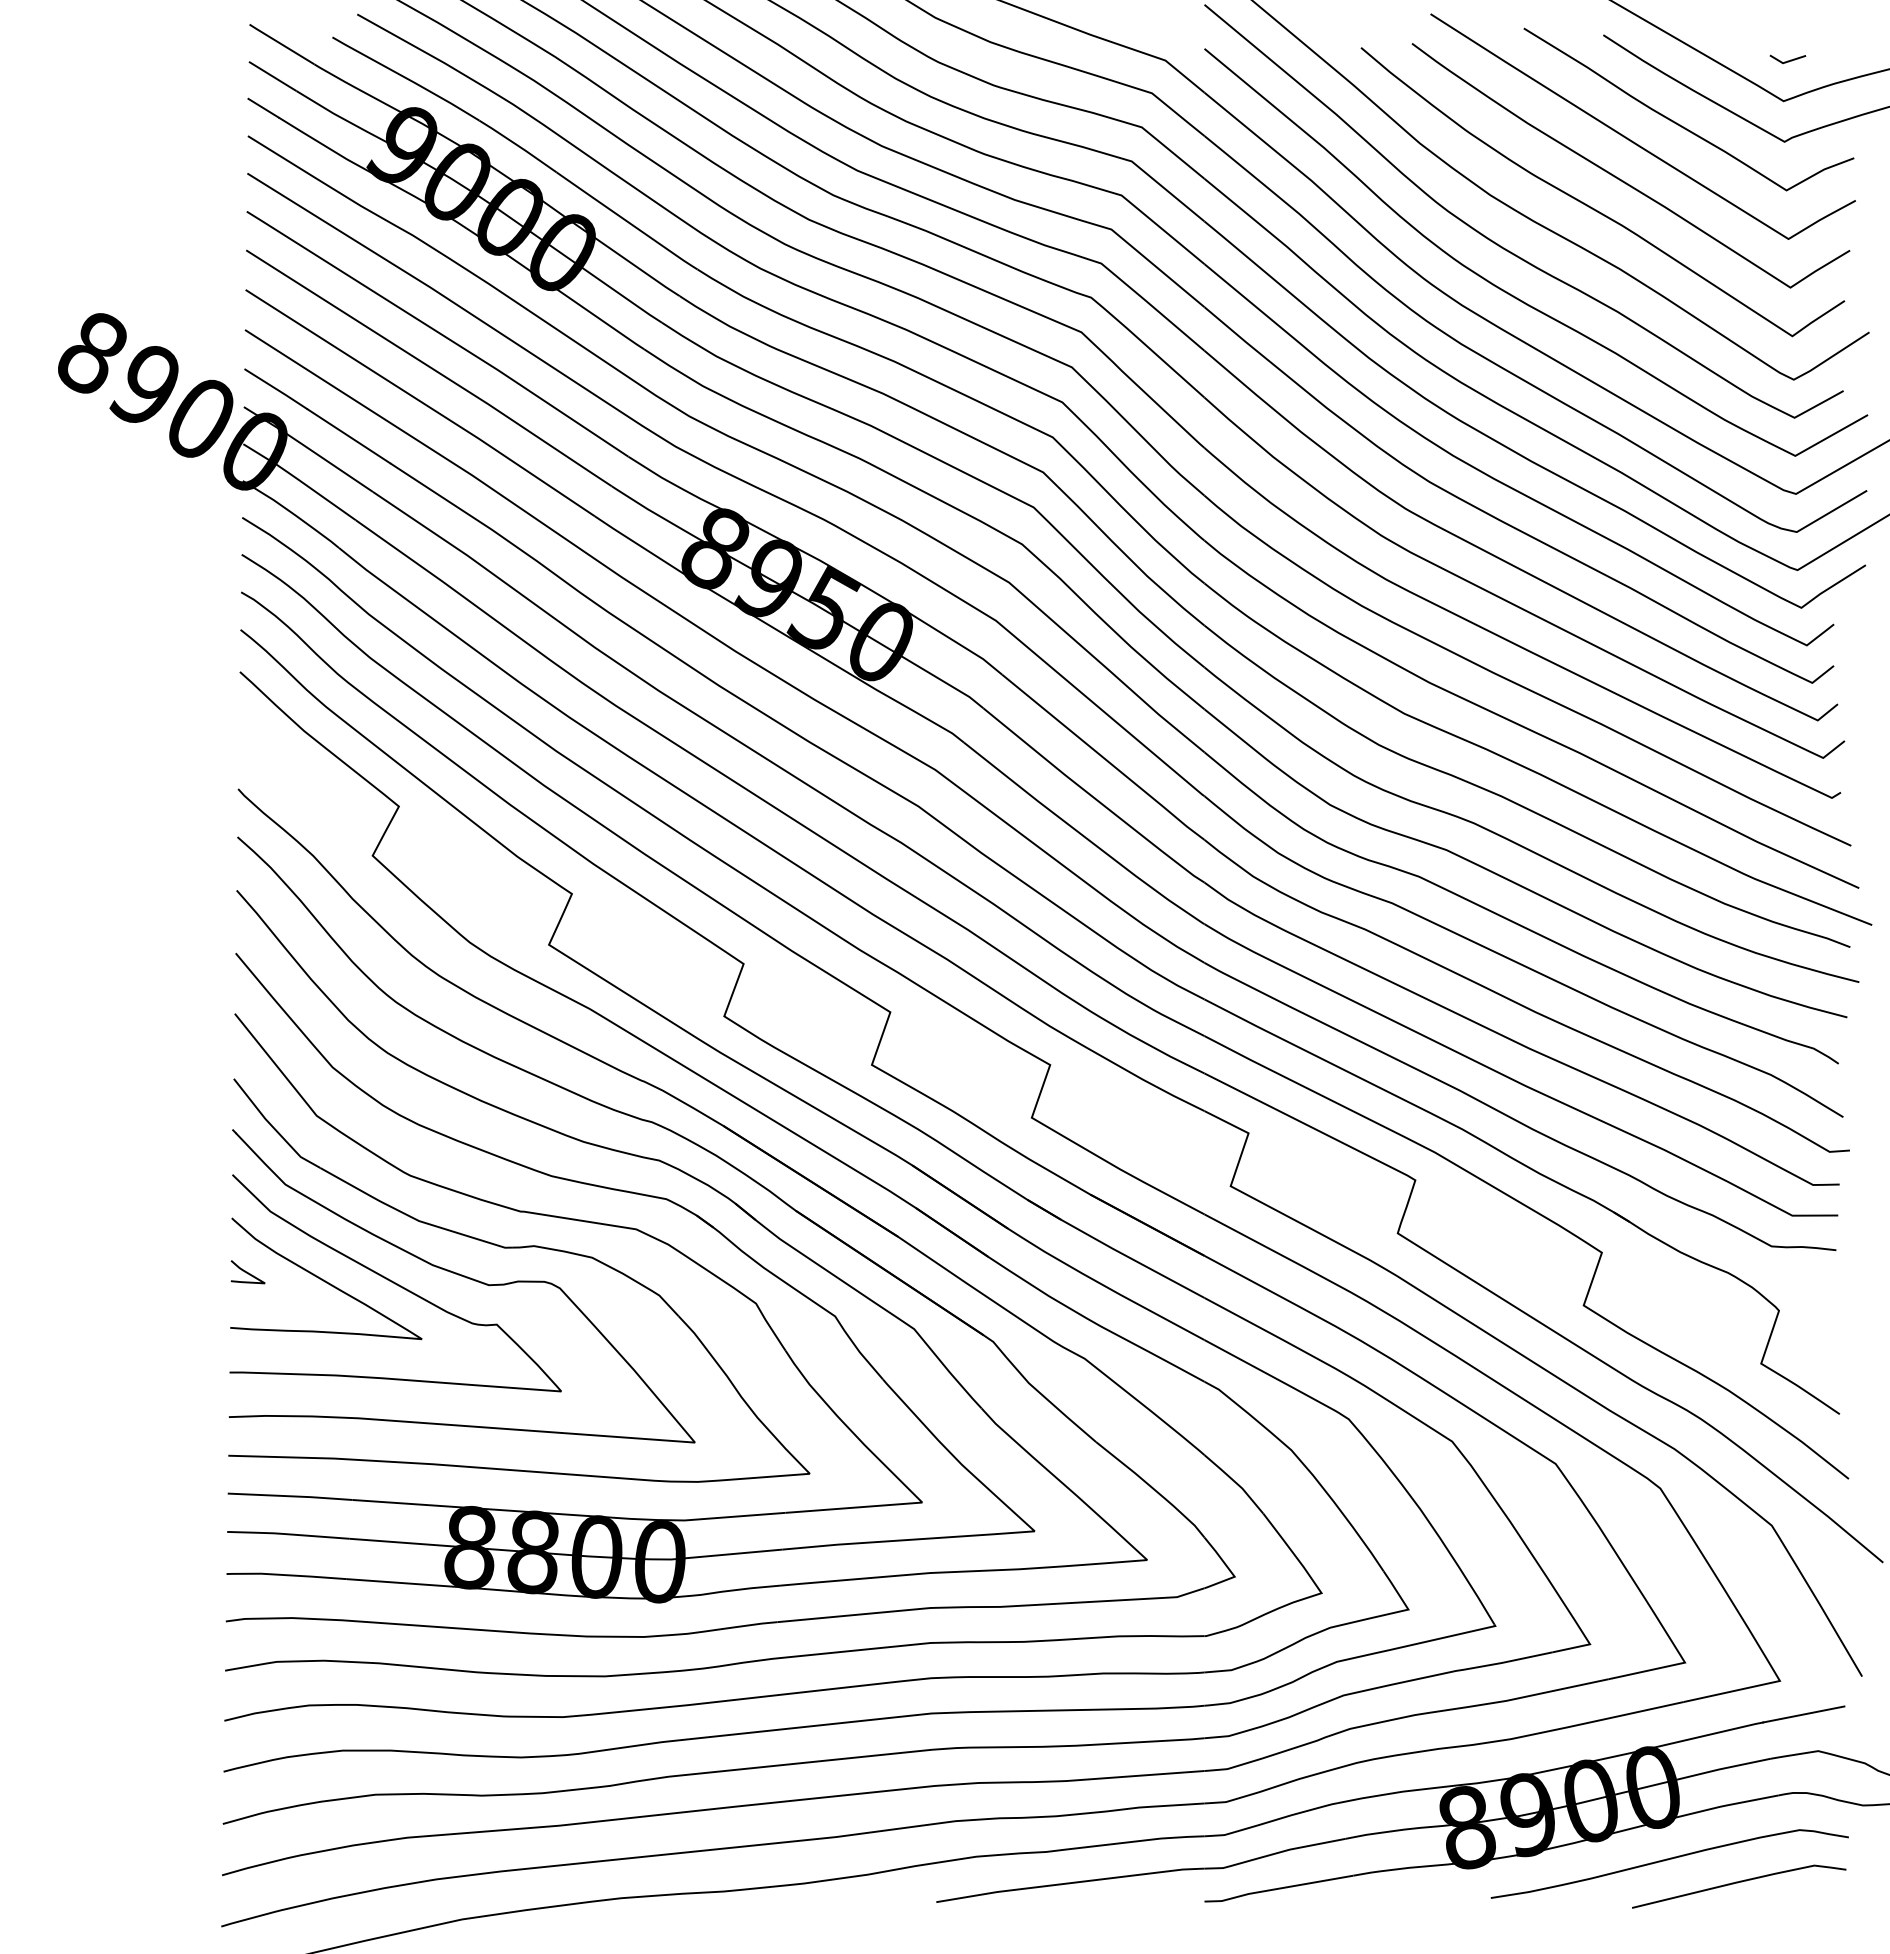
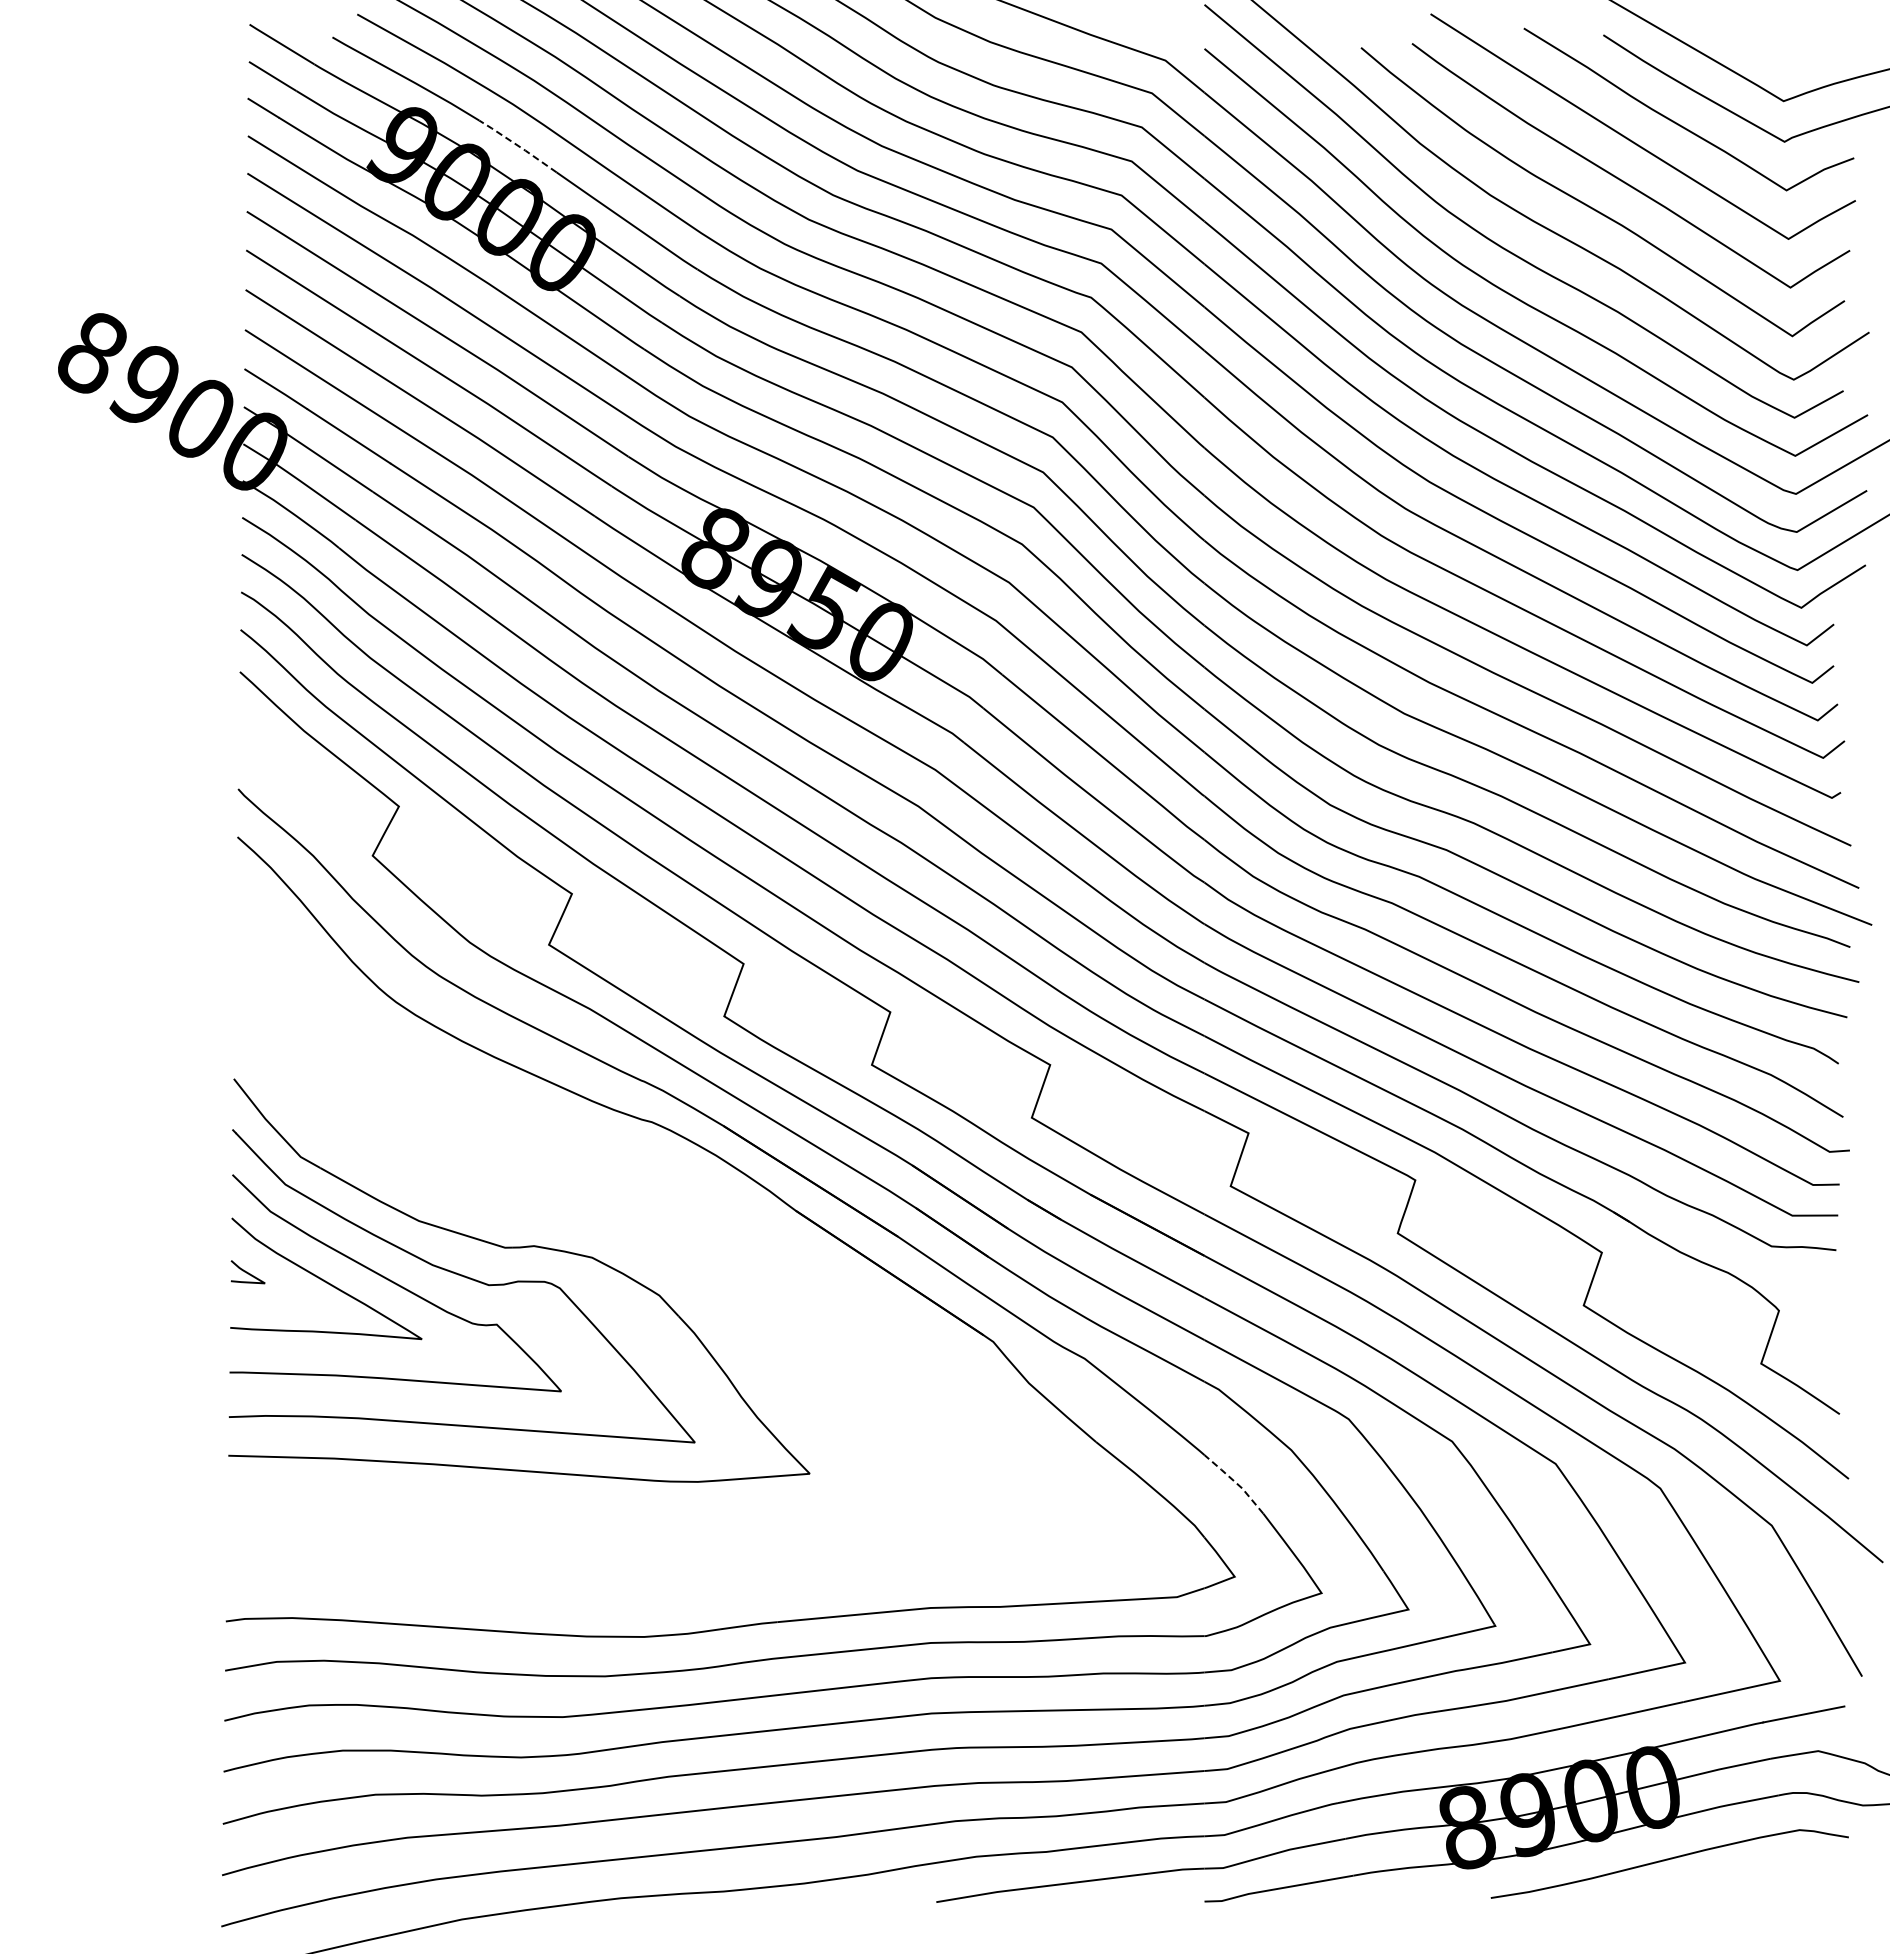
line at (1787, 60): present -> none
line at (518, 145): solid -> dashed
part at (682, 1252): present -> none
line at (1235, 1481): solid -> dashed
curve at (1738, 1883): present -> none
